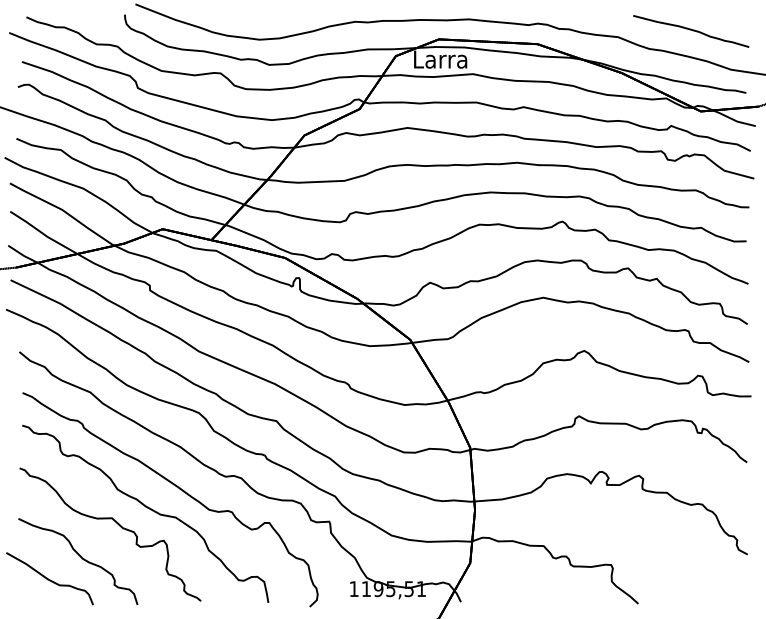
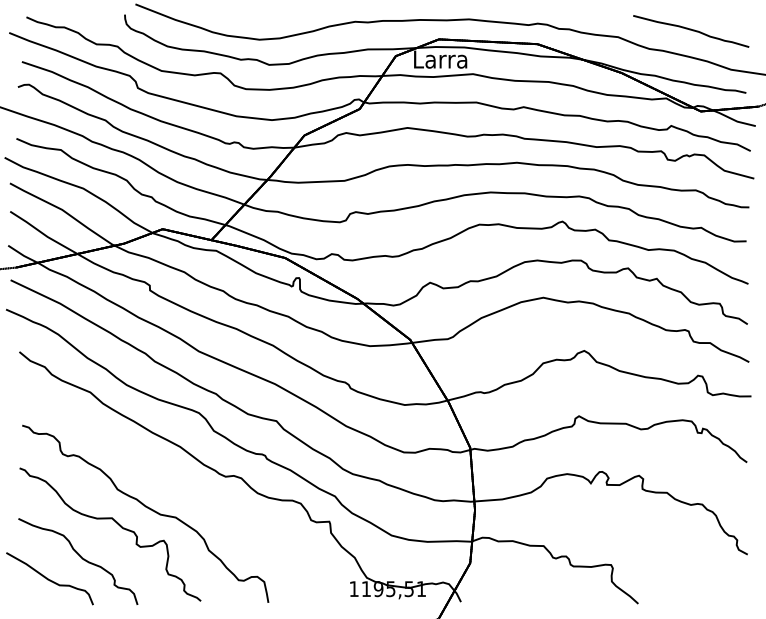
curve at (176, 487): present -> none
